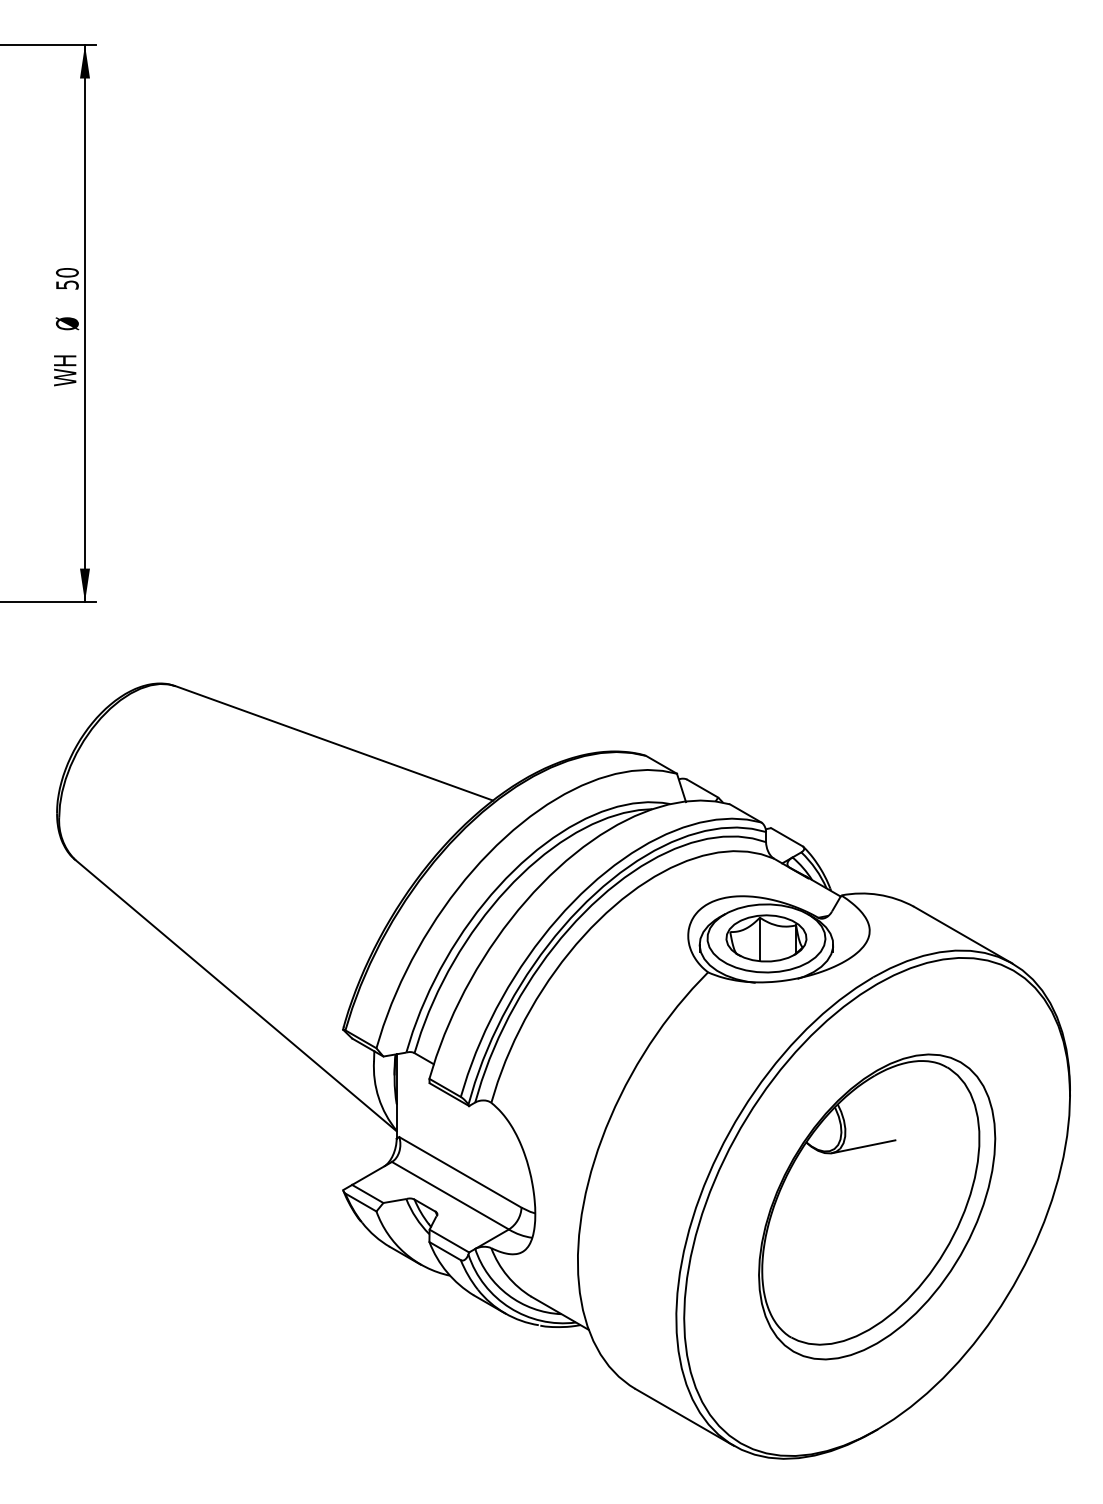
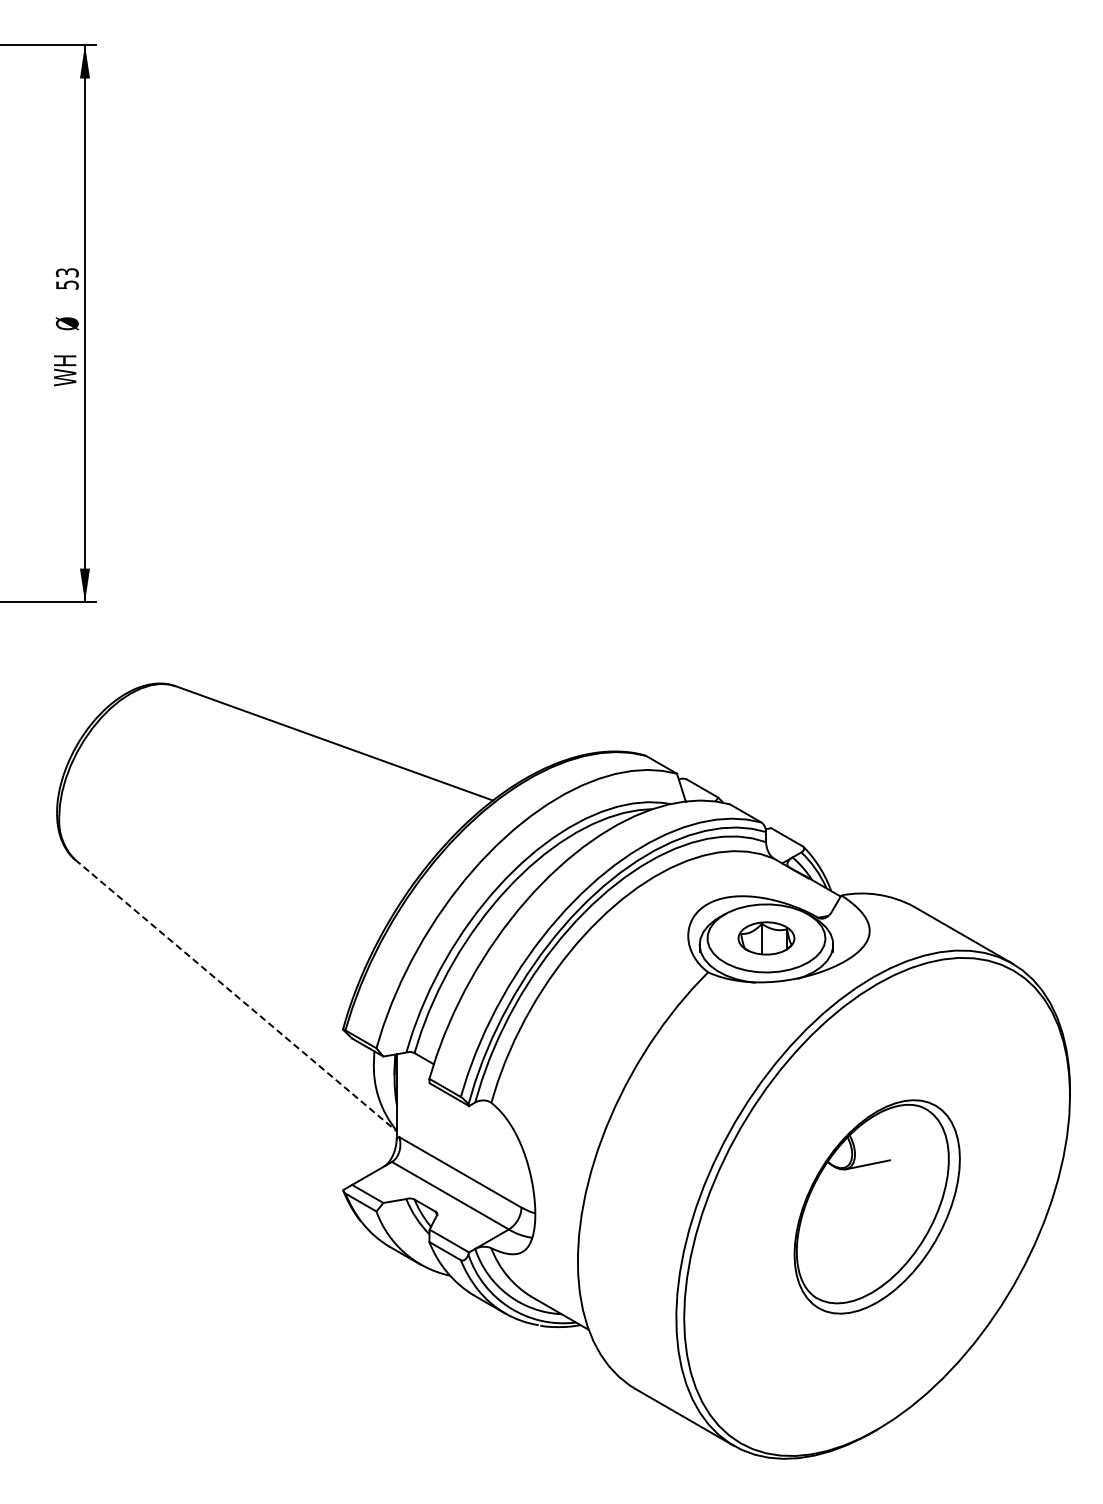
text at (67, 272): 50 -> 53
part at (766, 938) size: 83x49 px -> 59x35 px
line at (236, 995): solid -> dashed
part at (877, 1206) size: 239x308 px -> 168x216 px
